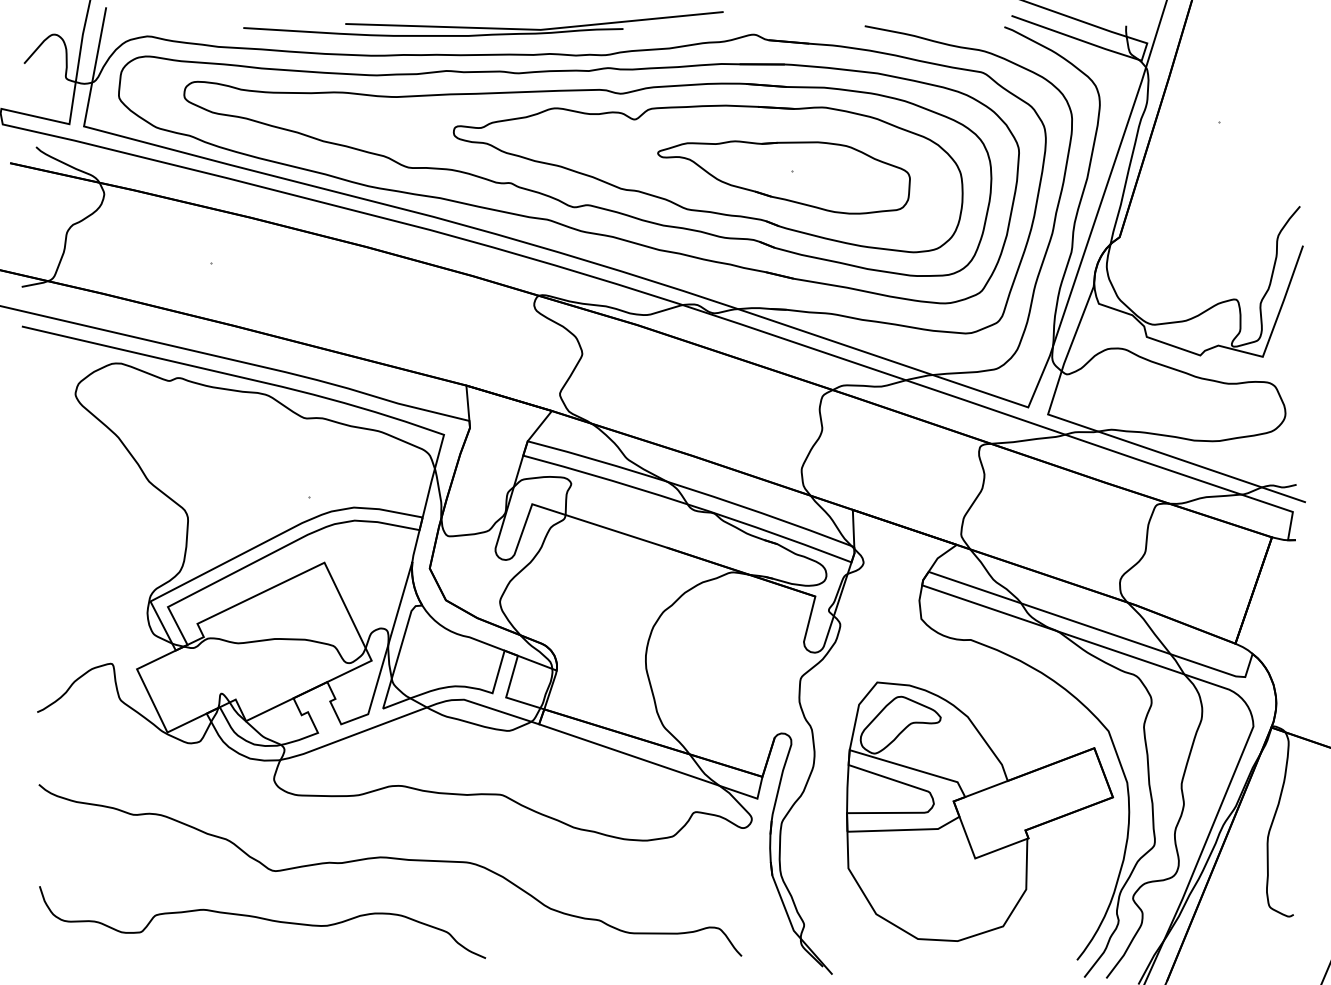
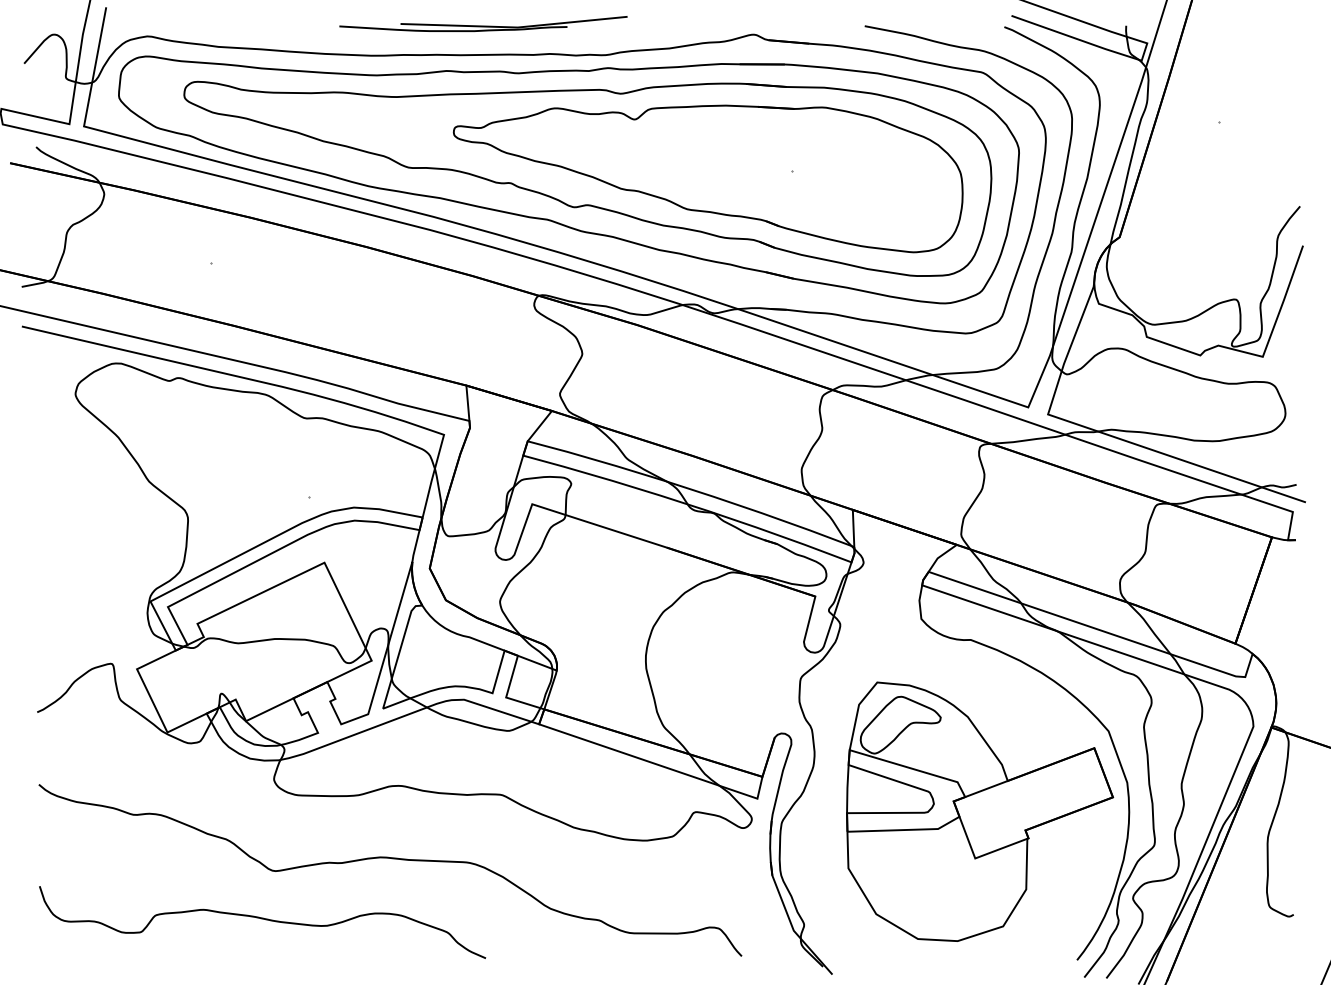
part at (483, 23) size: 481x26 px -> 289x17 px
part at (783, 177): present -> none
